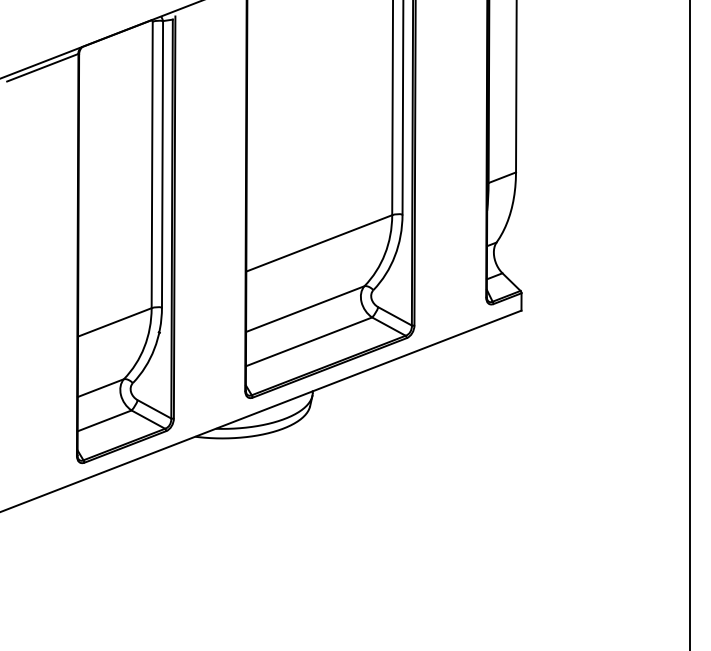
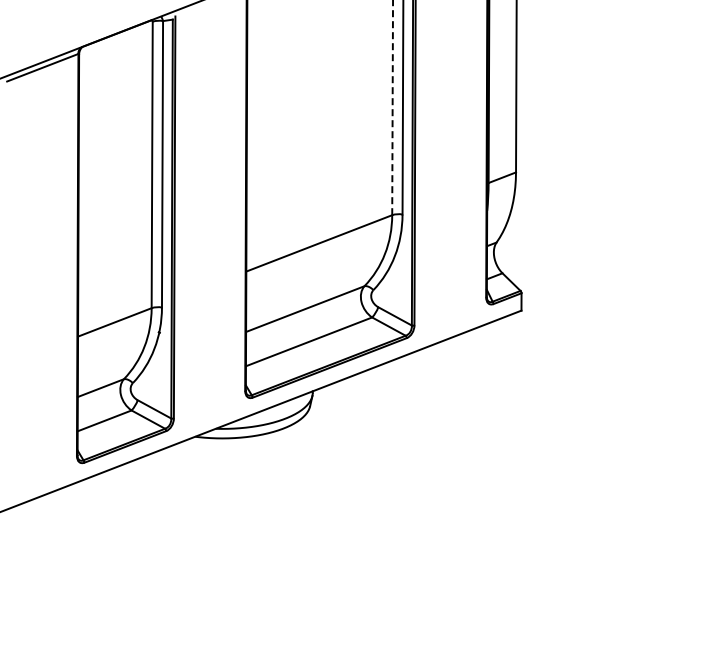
line at (392, 107): solid -> dashed
line at (689, 324): present -> none
